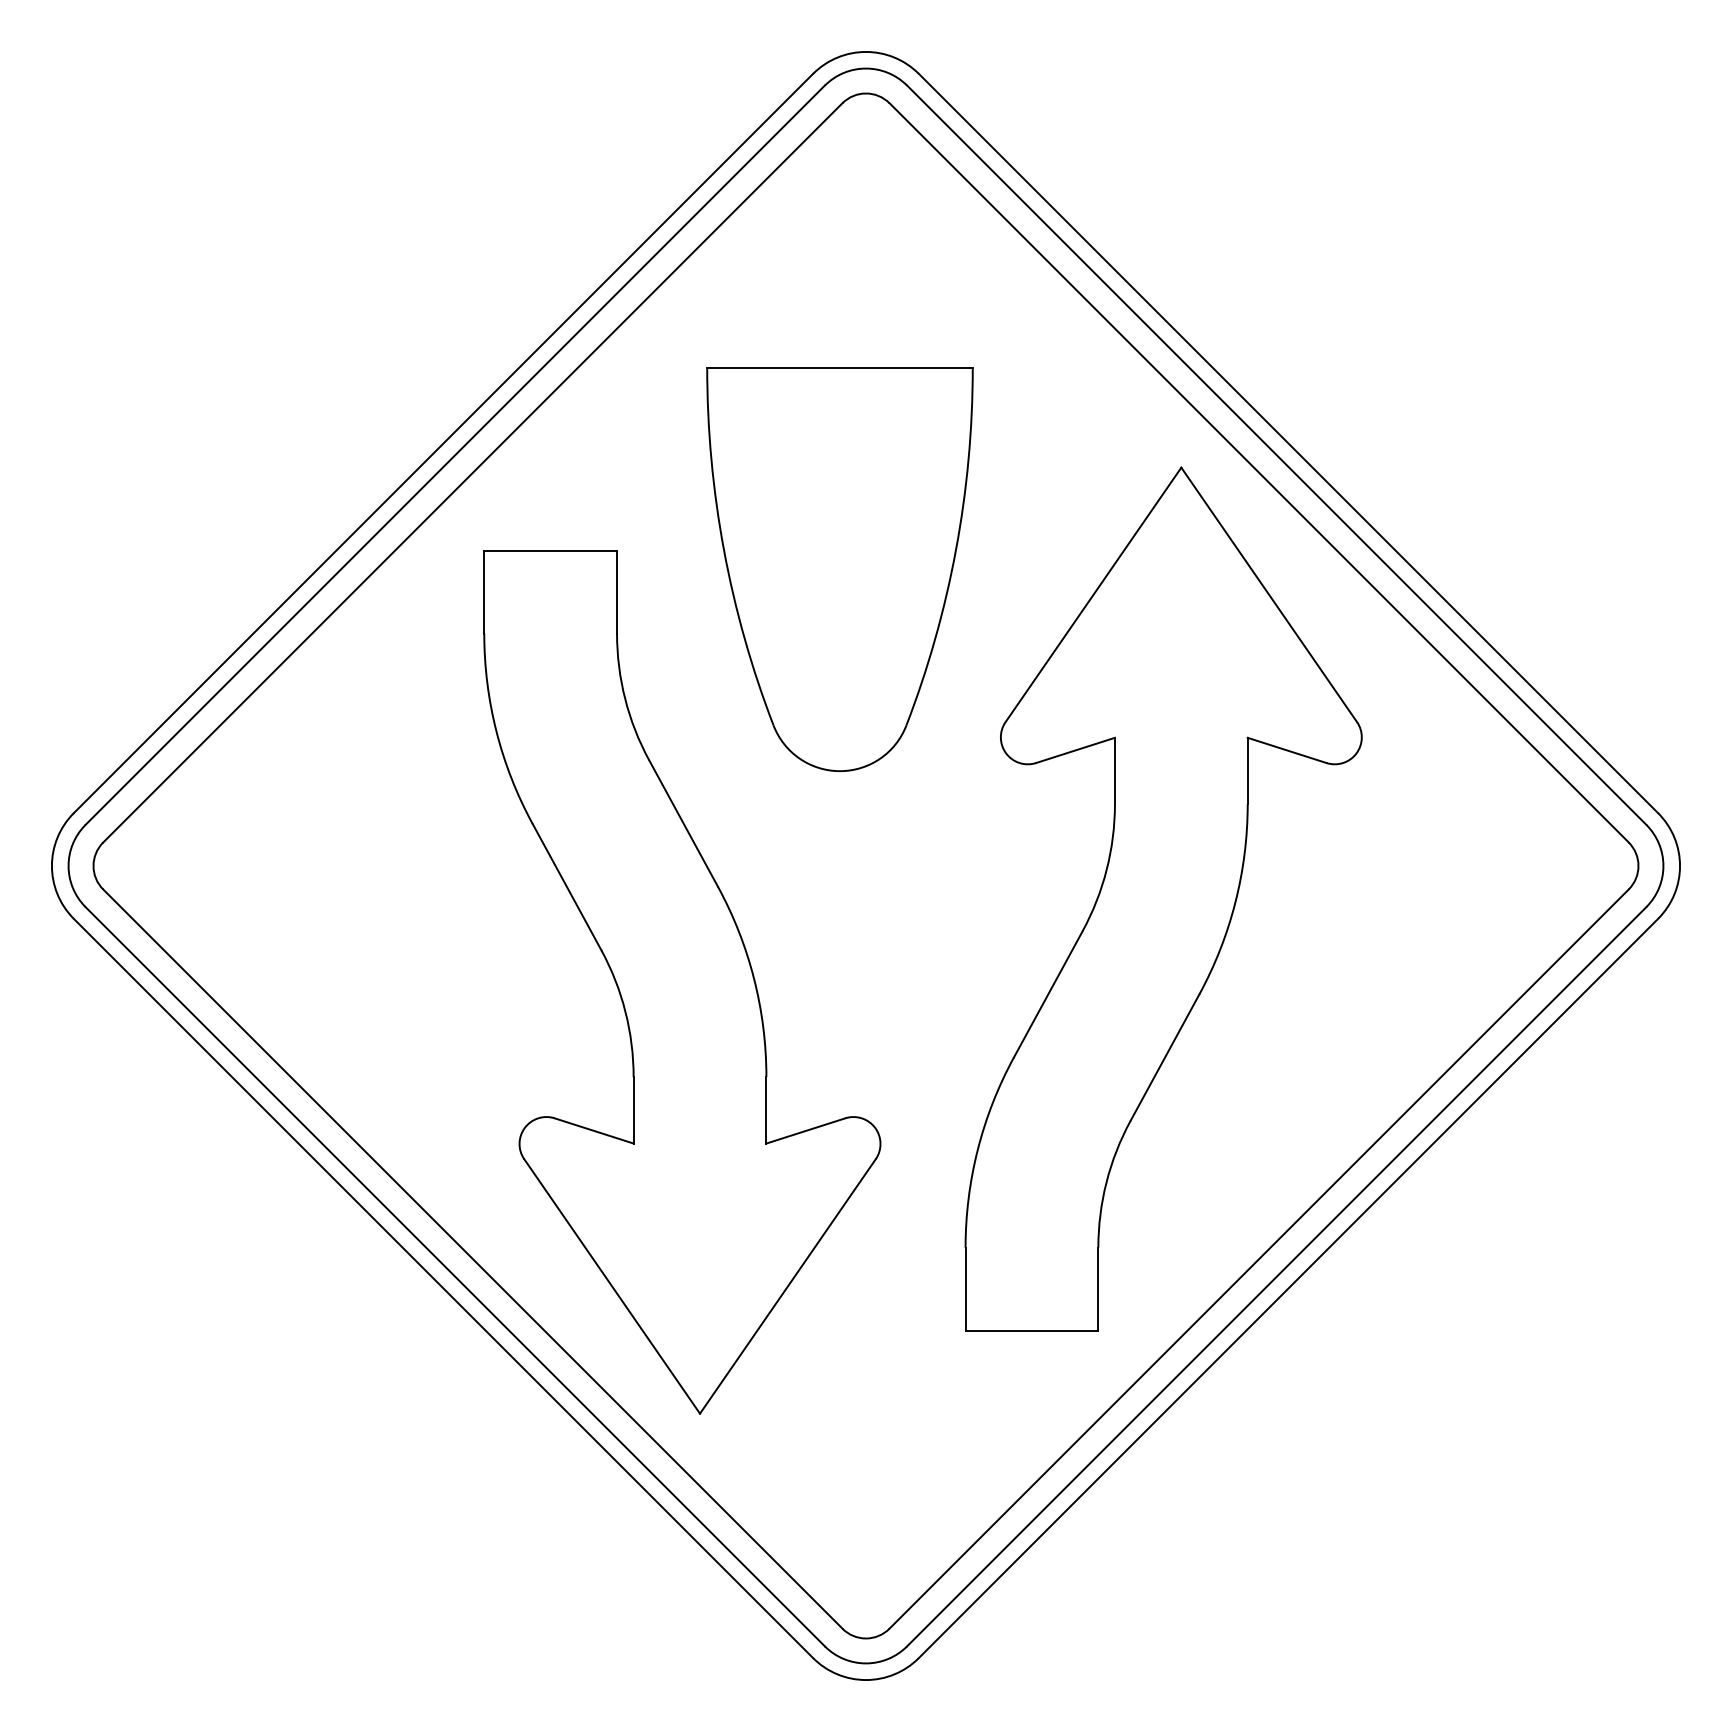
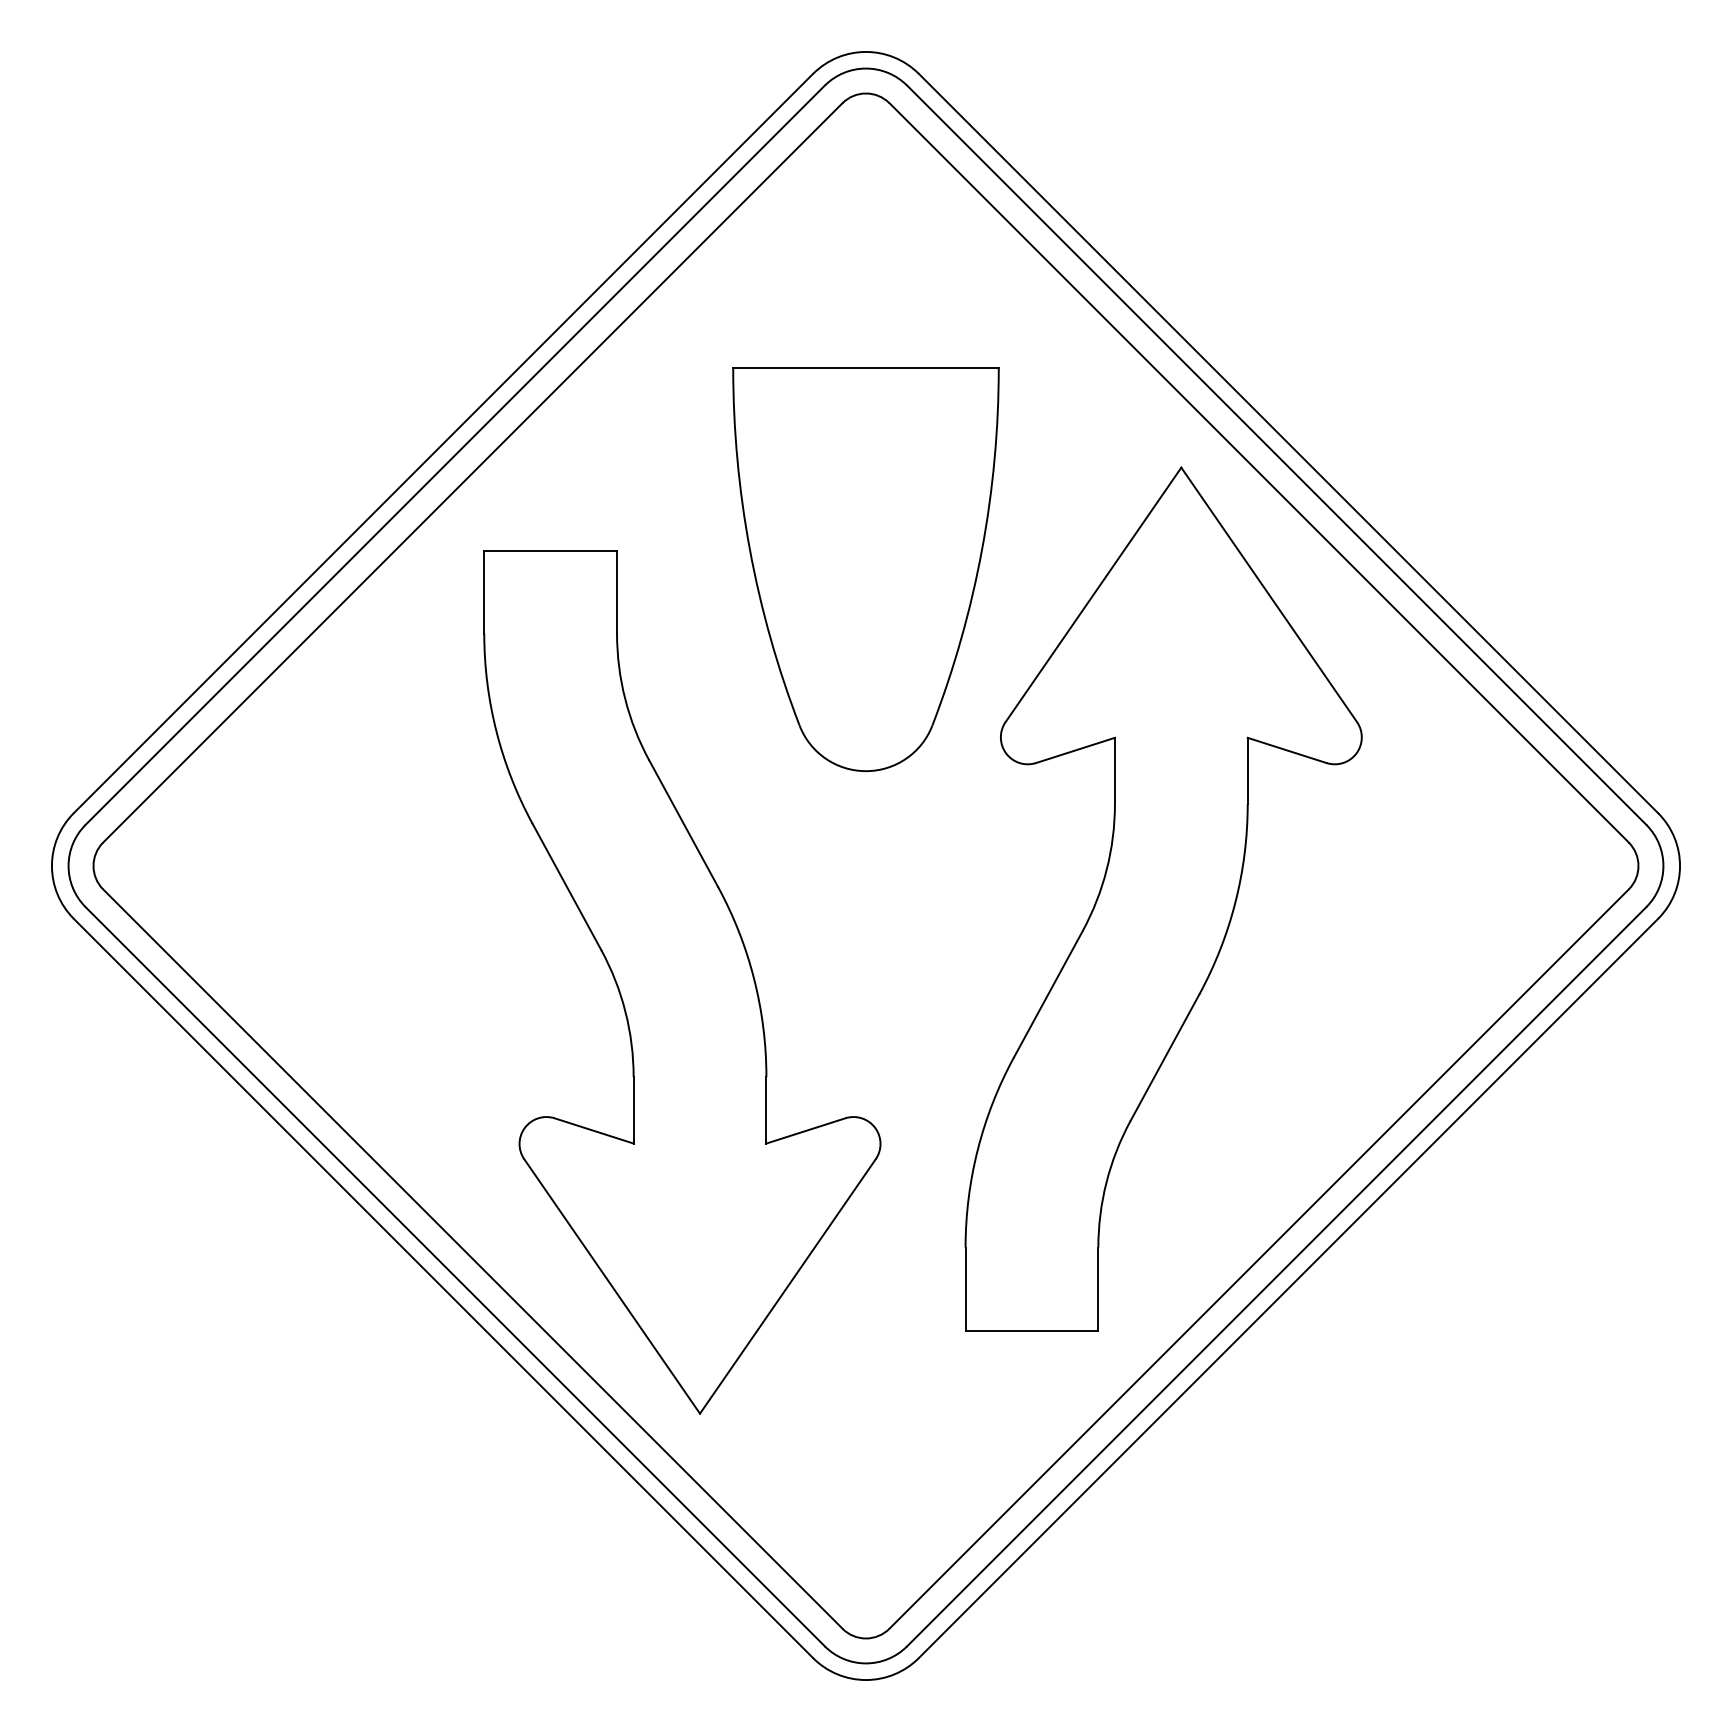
part at (839, 569) position: (839, 569) -> (865, 569)
